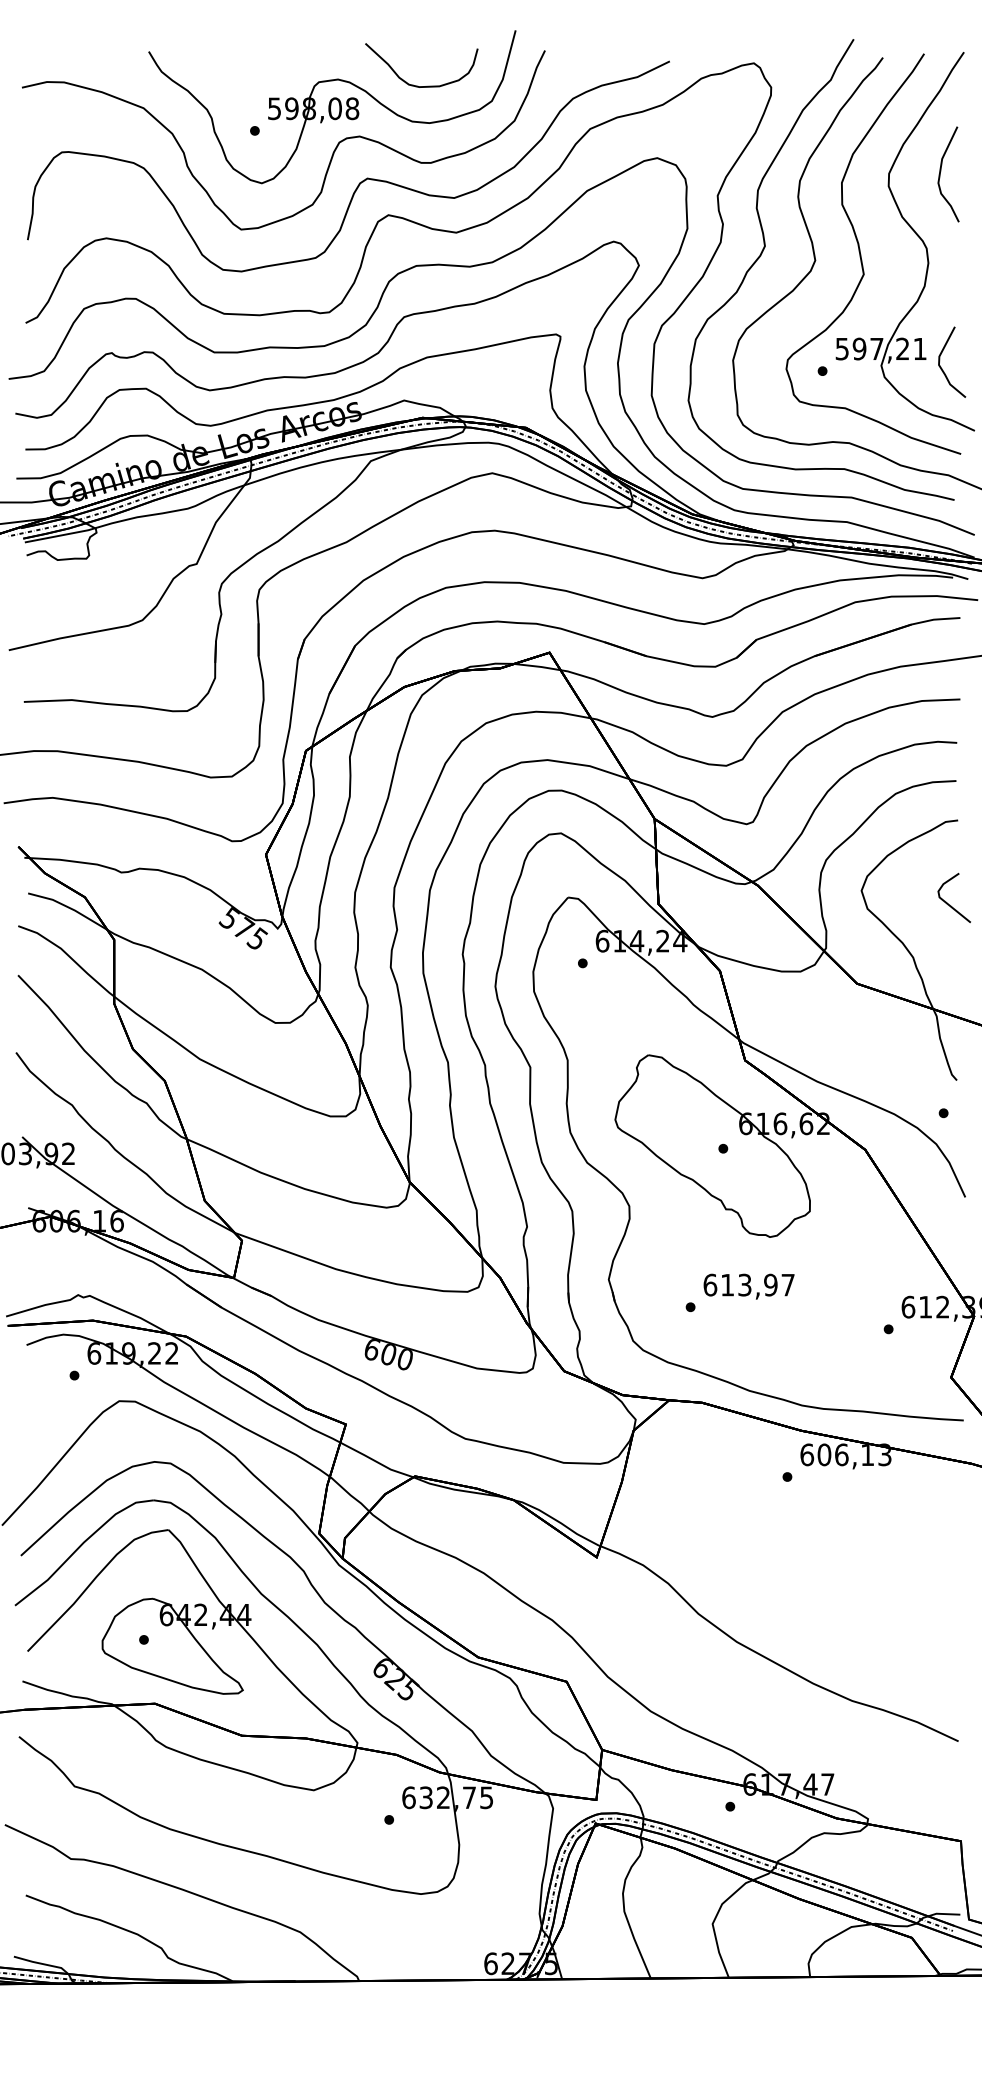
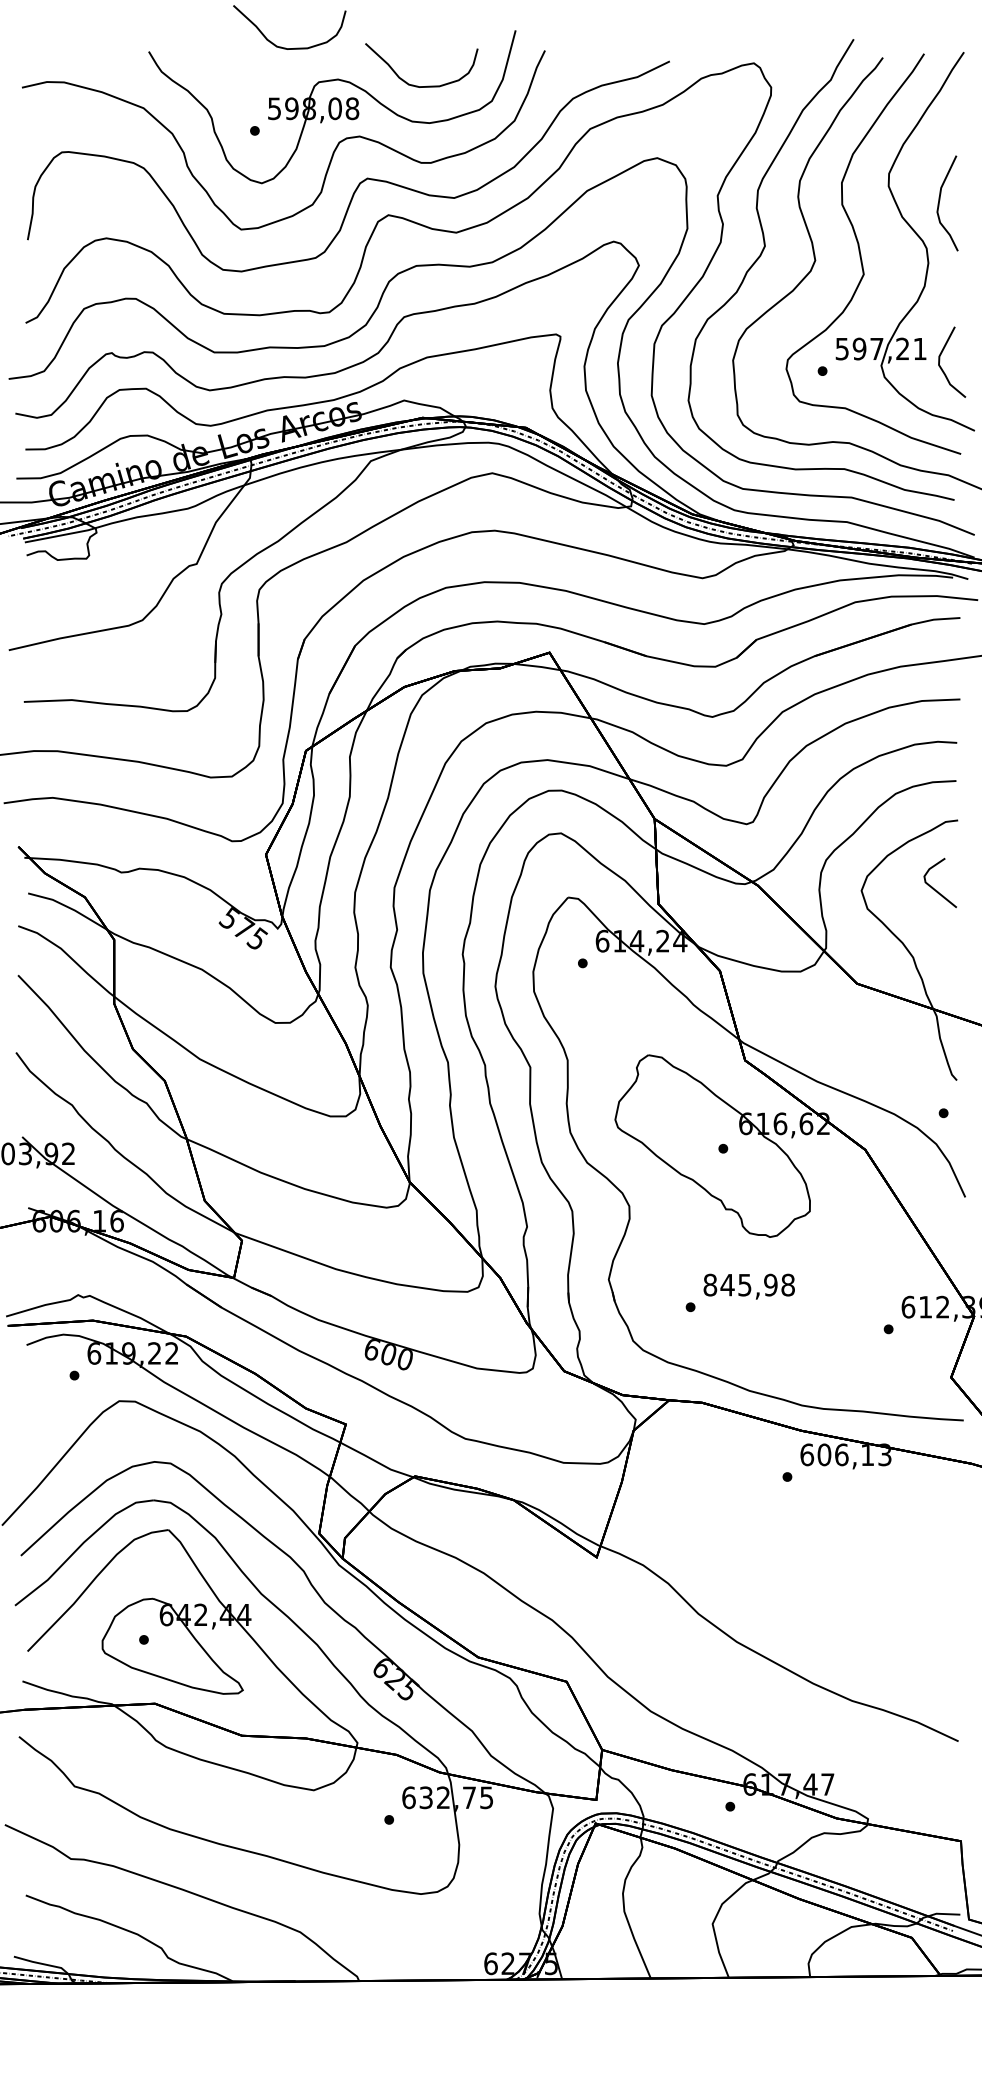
curve at (285, 47): none -> present
curve at (941, 171) position: (941, 171) -> (940, 200)
line at (947, 902) position: (947, 902) -> (933, 887)
text at (748, 1284): 613,97 -> 845,98
